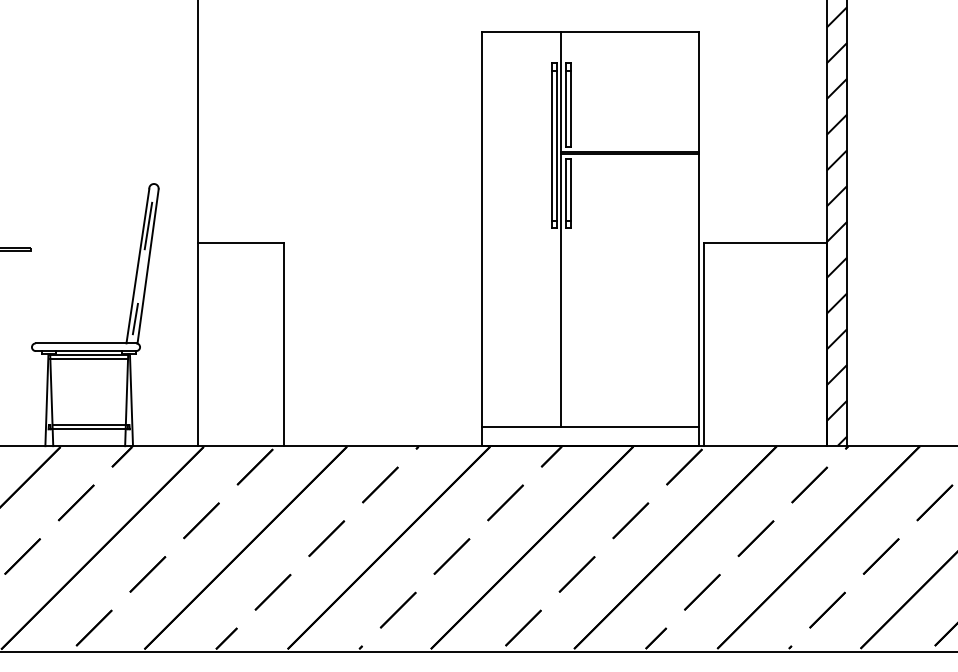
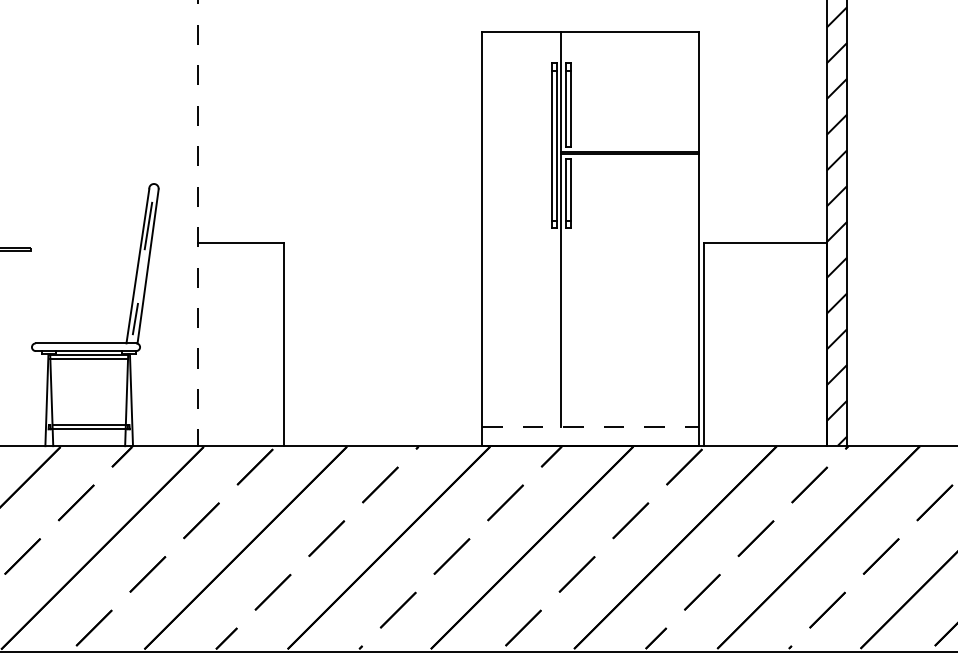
line at (197, 222): solid -> dashed
line at (591, 426): solid -> dashed
